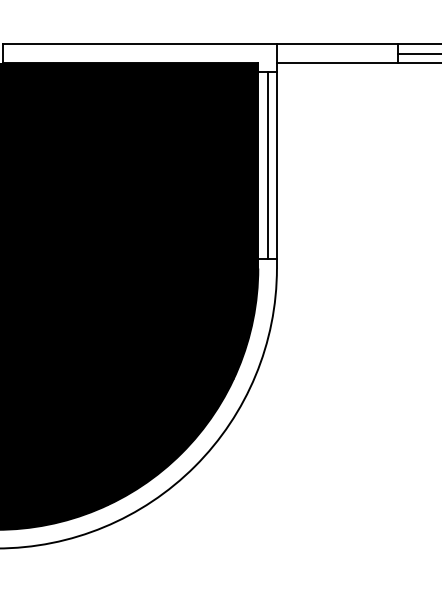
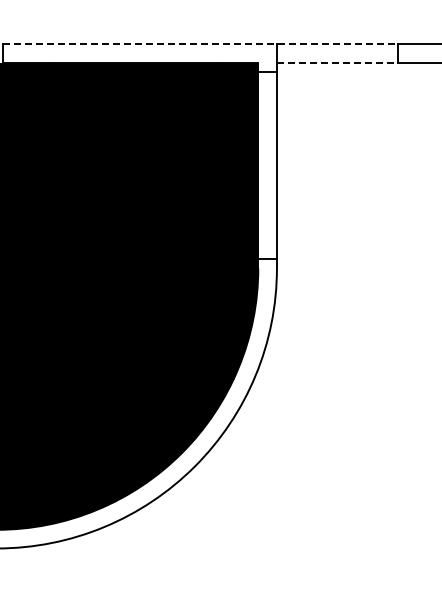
line at (201, 44): solid -> dashed
line at (418, 53): present -> none
line at (337, 63): solid -> dashed
line at (267, 165): present -> none
